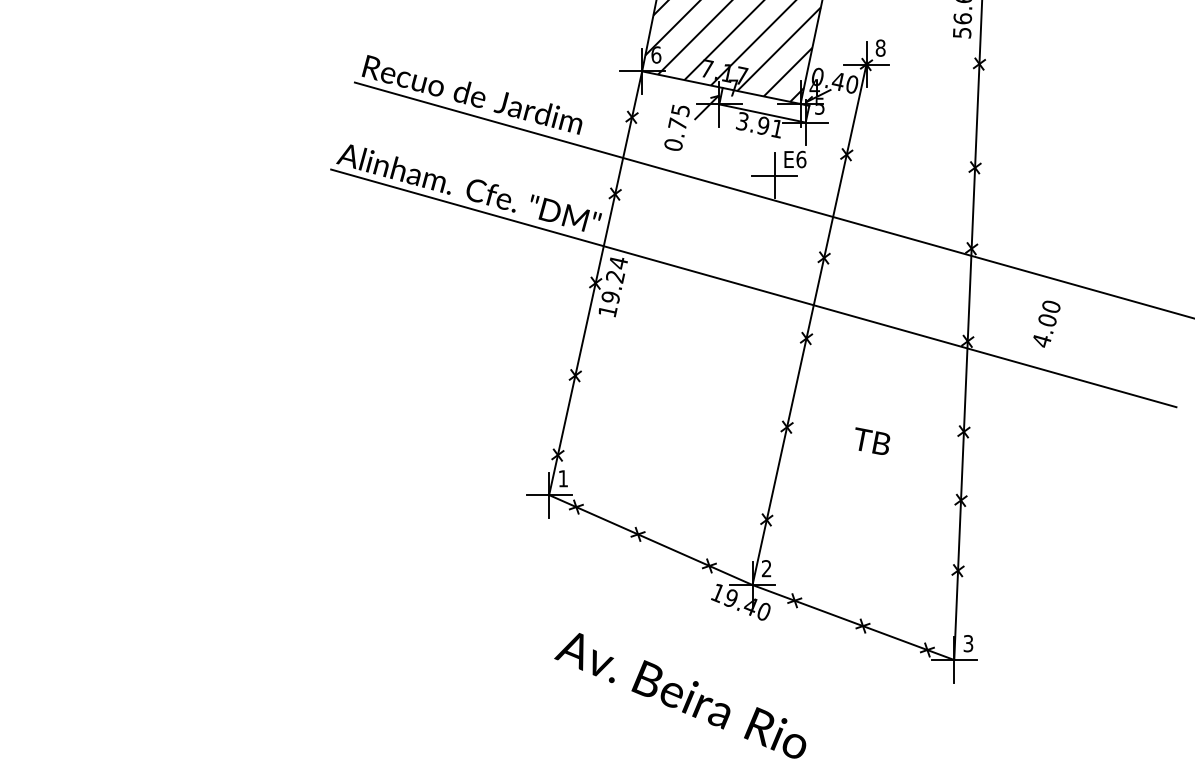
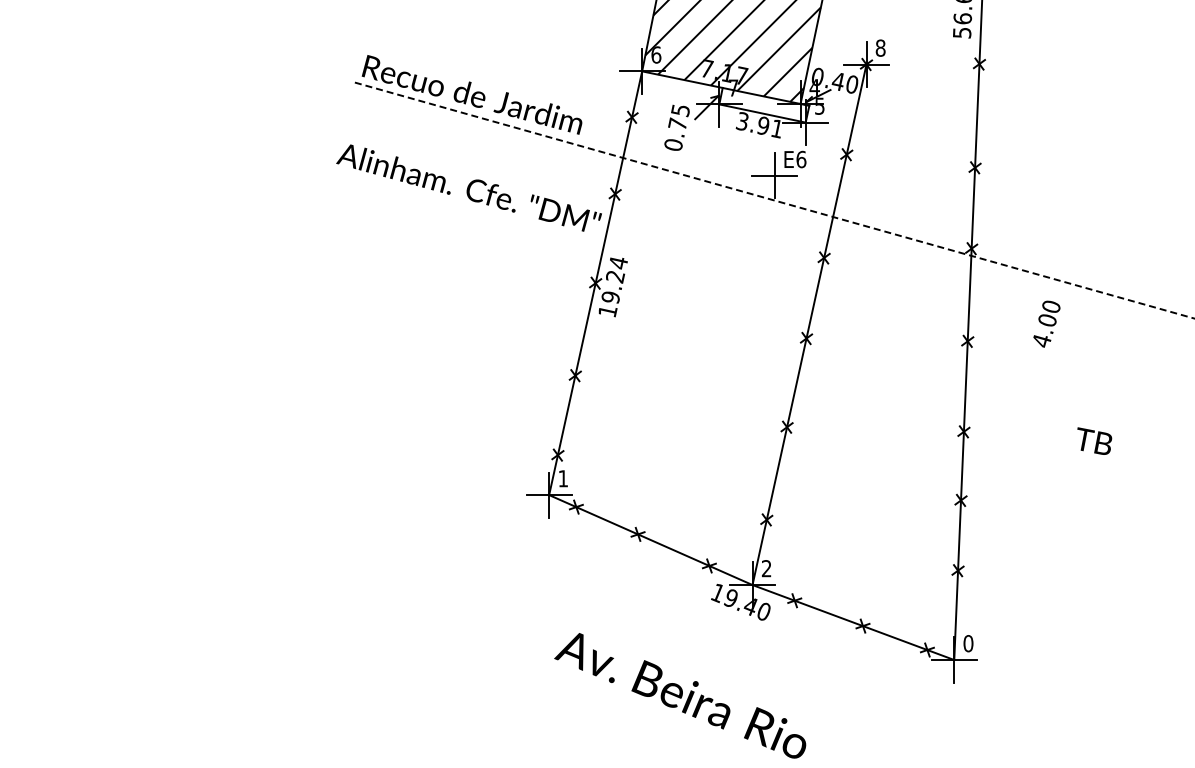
line at (774, 200): solid -> dashed
line at (753, 288): present -> none
text at (872, 440) position: (872, 440) -> (1094, 440)
text at (968, 643): 3 -> 0
